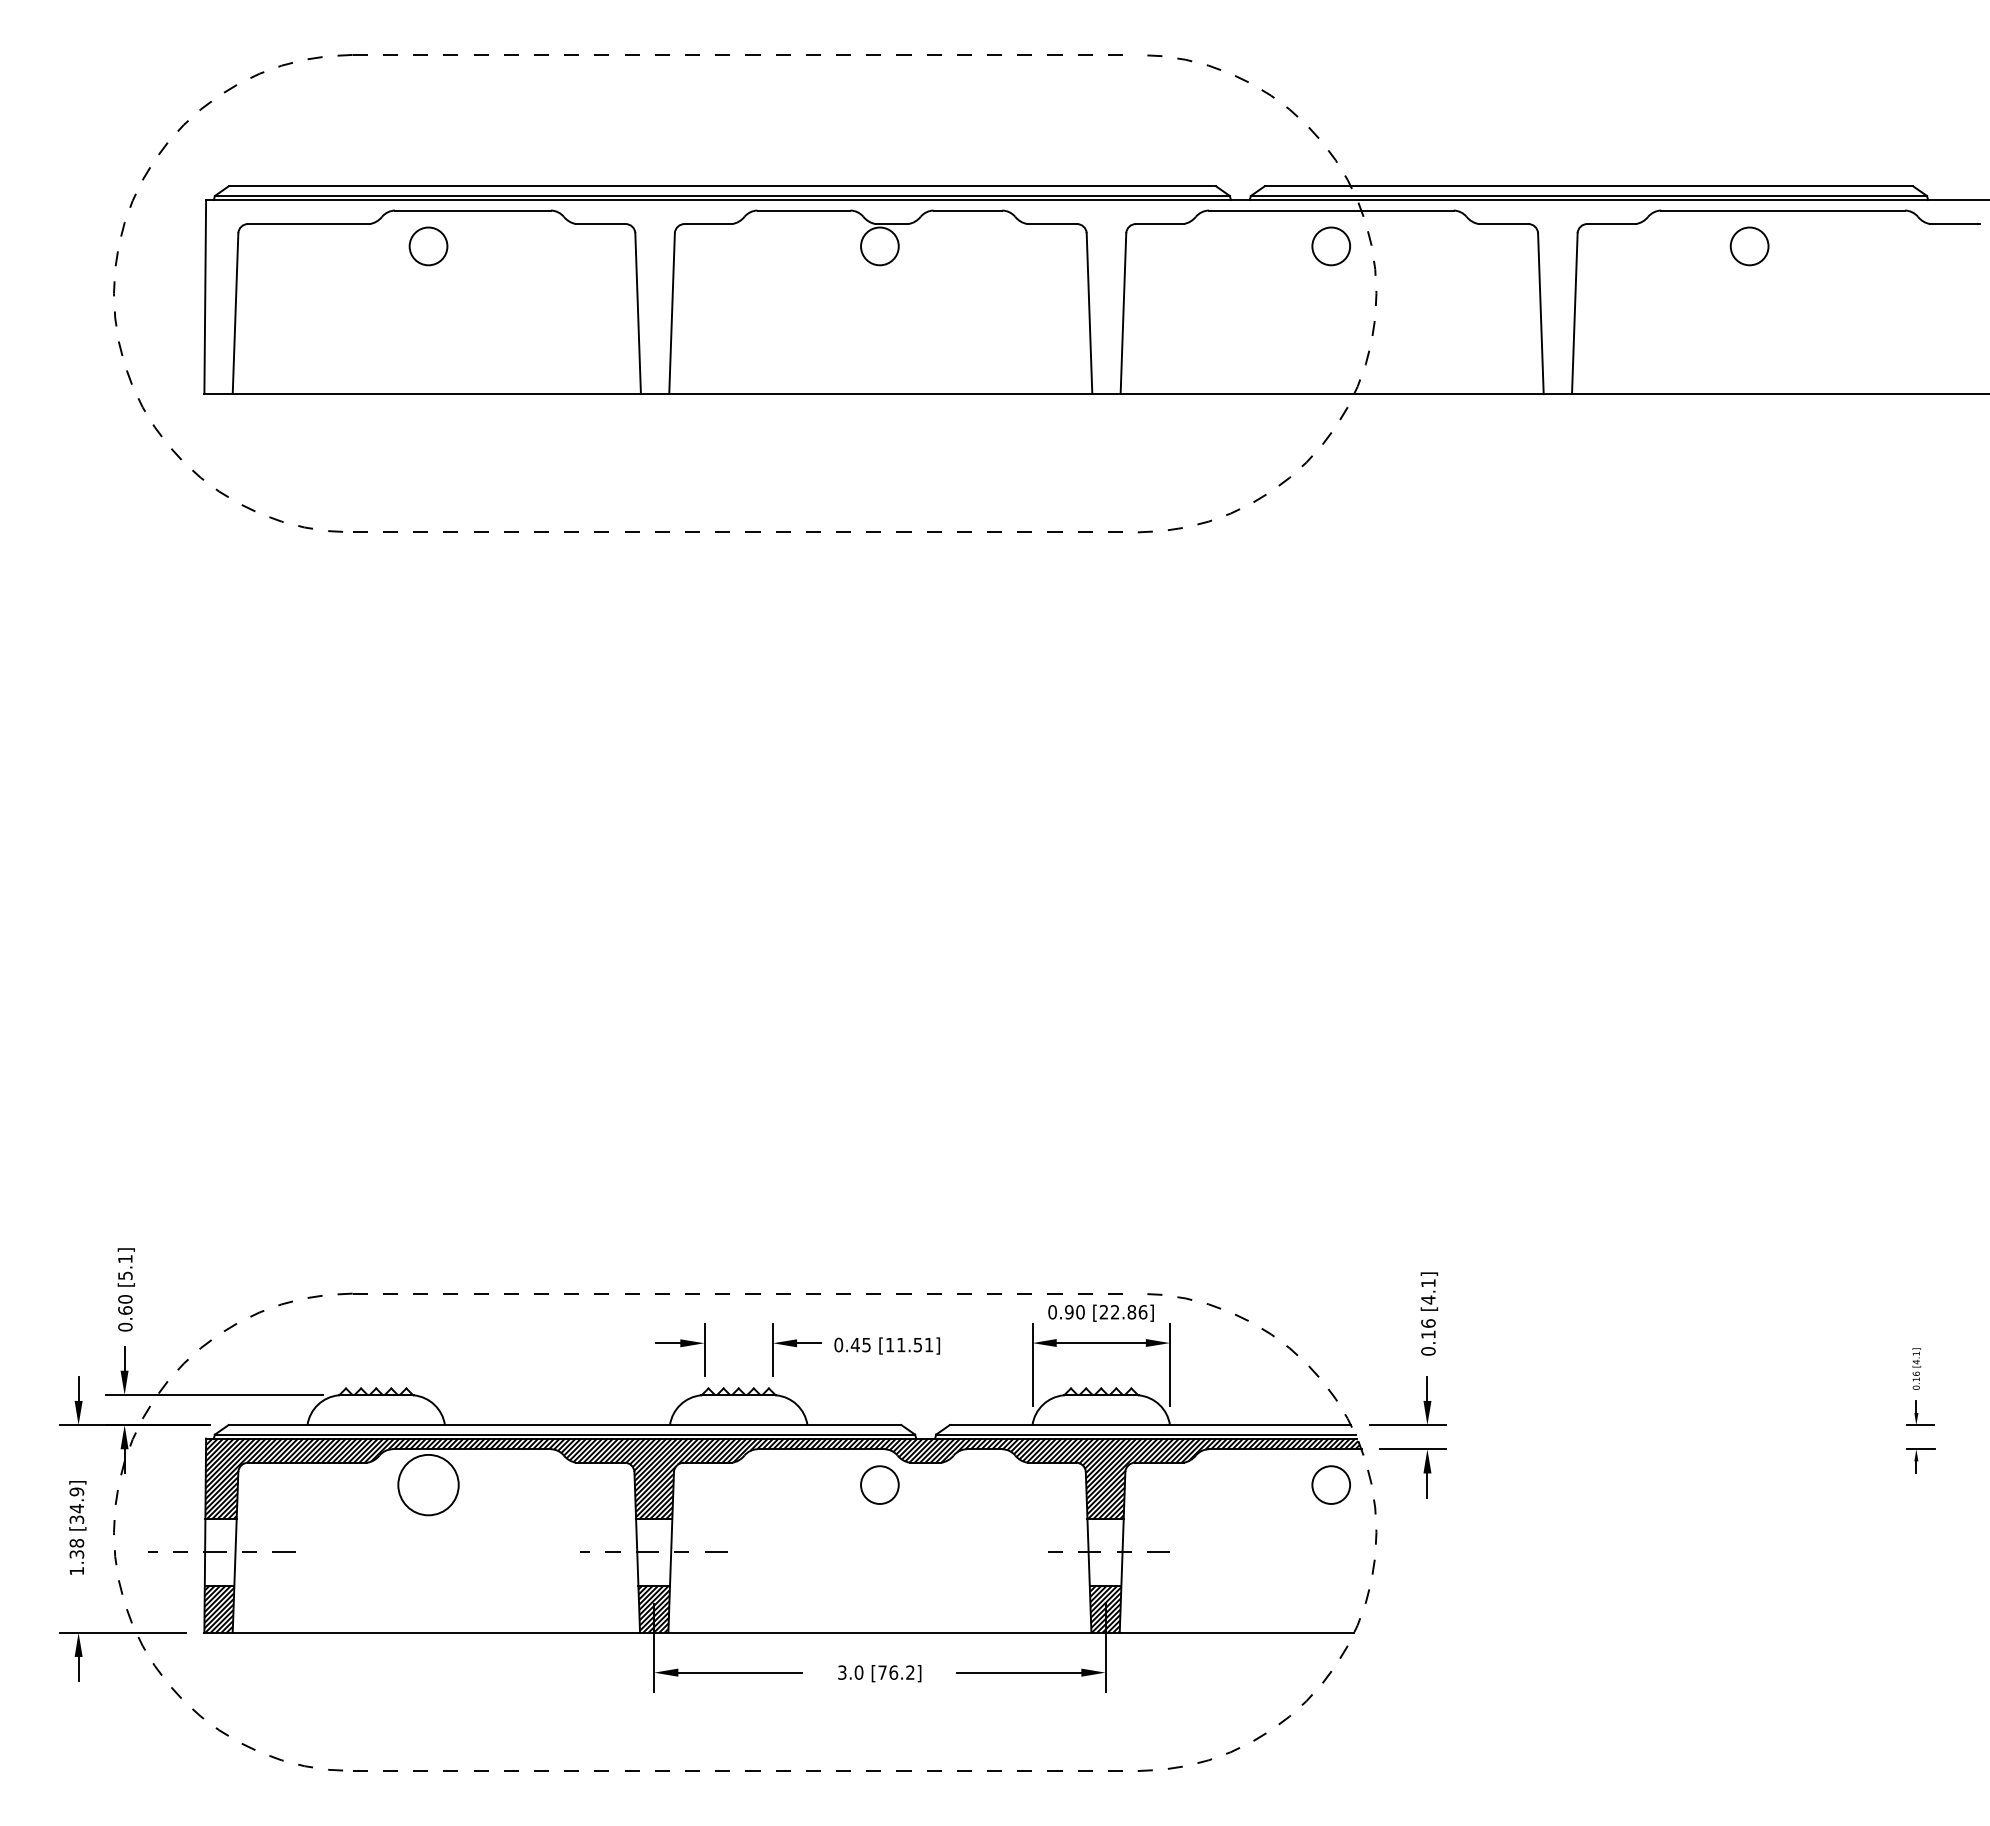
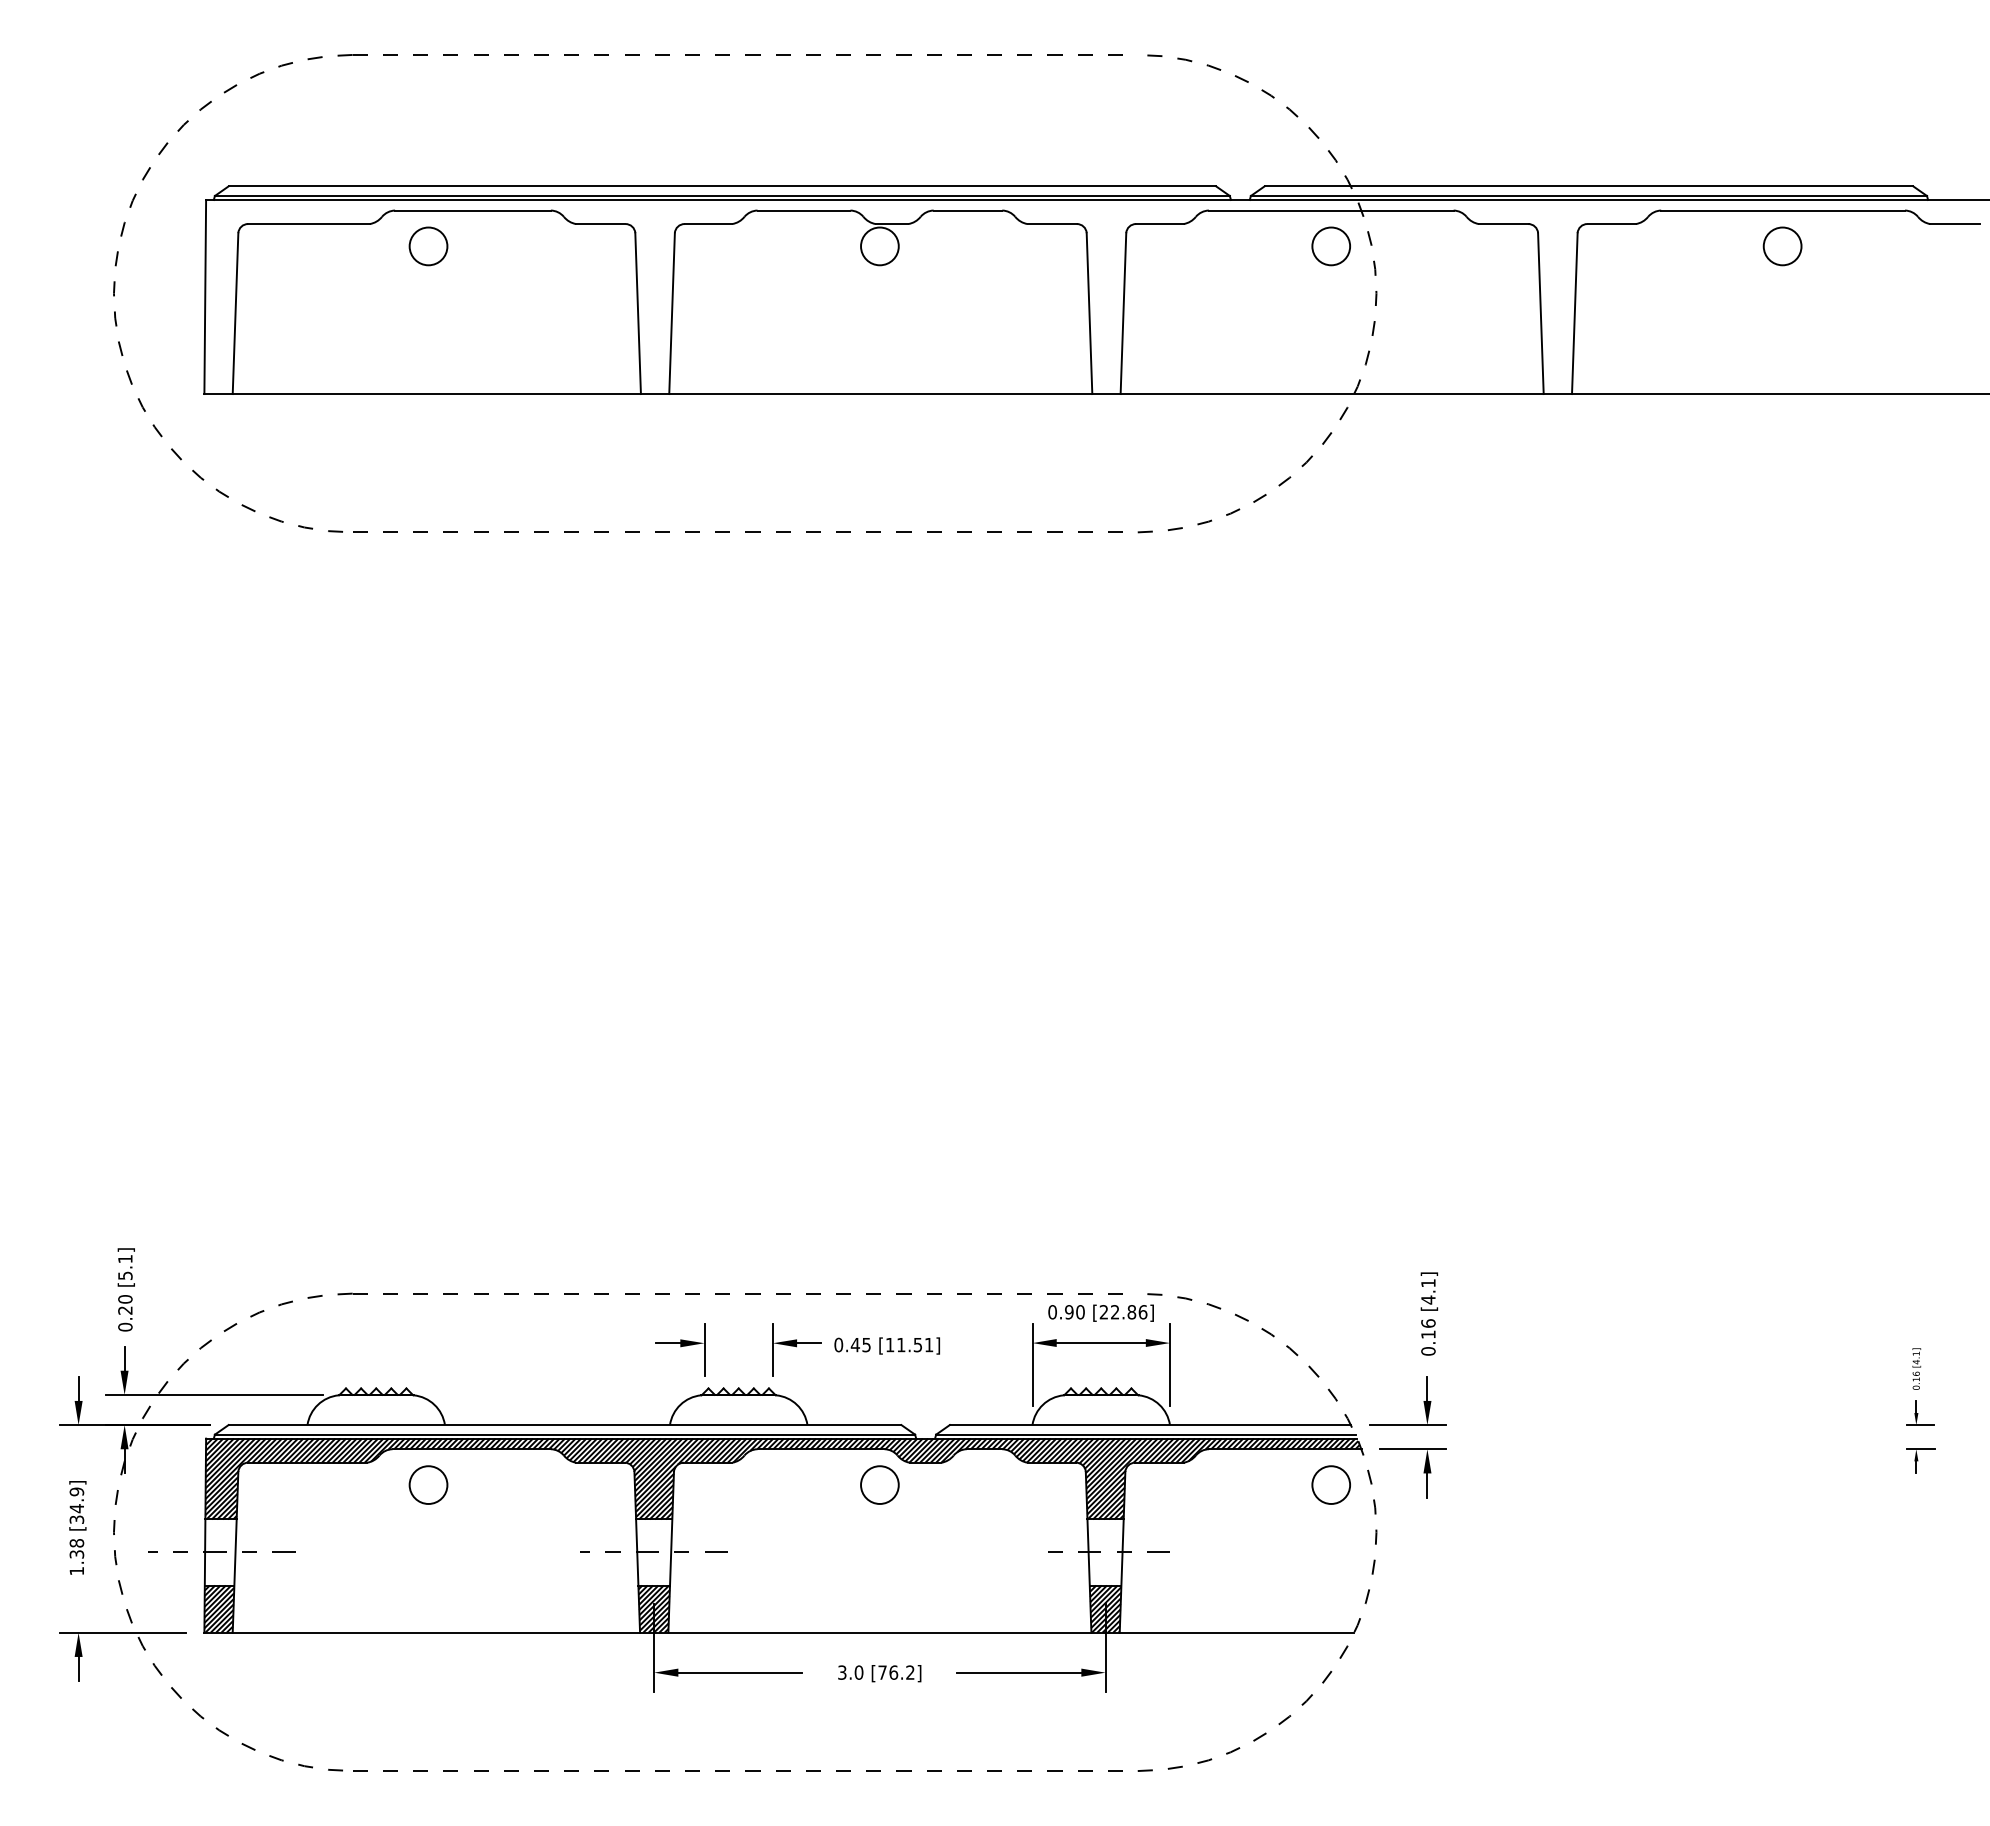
circle at (1749, 246) position: (1749, 246) -> (1782, 246)
text at (125, 1310): 0.60 -> 0.20
circle at (428, 1484) diameter: 60 px -> 38 px
